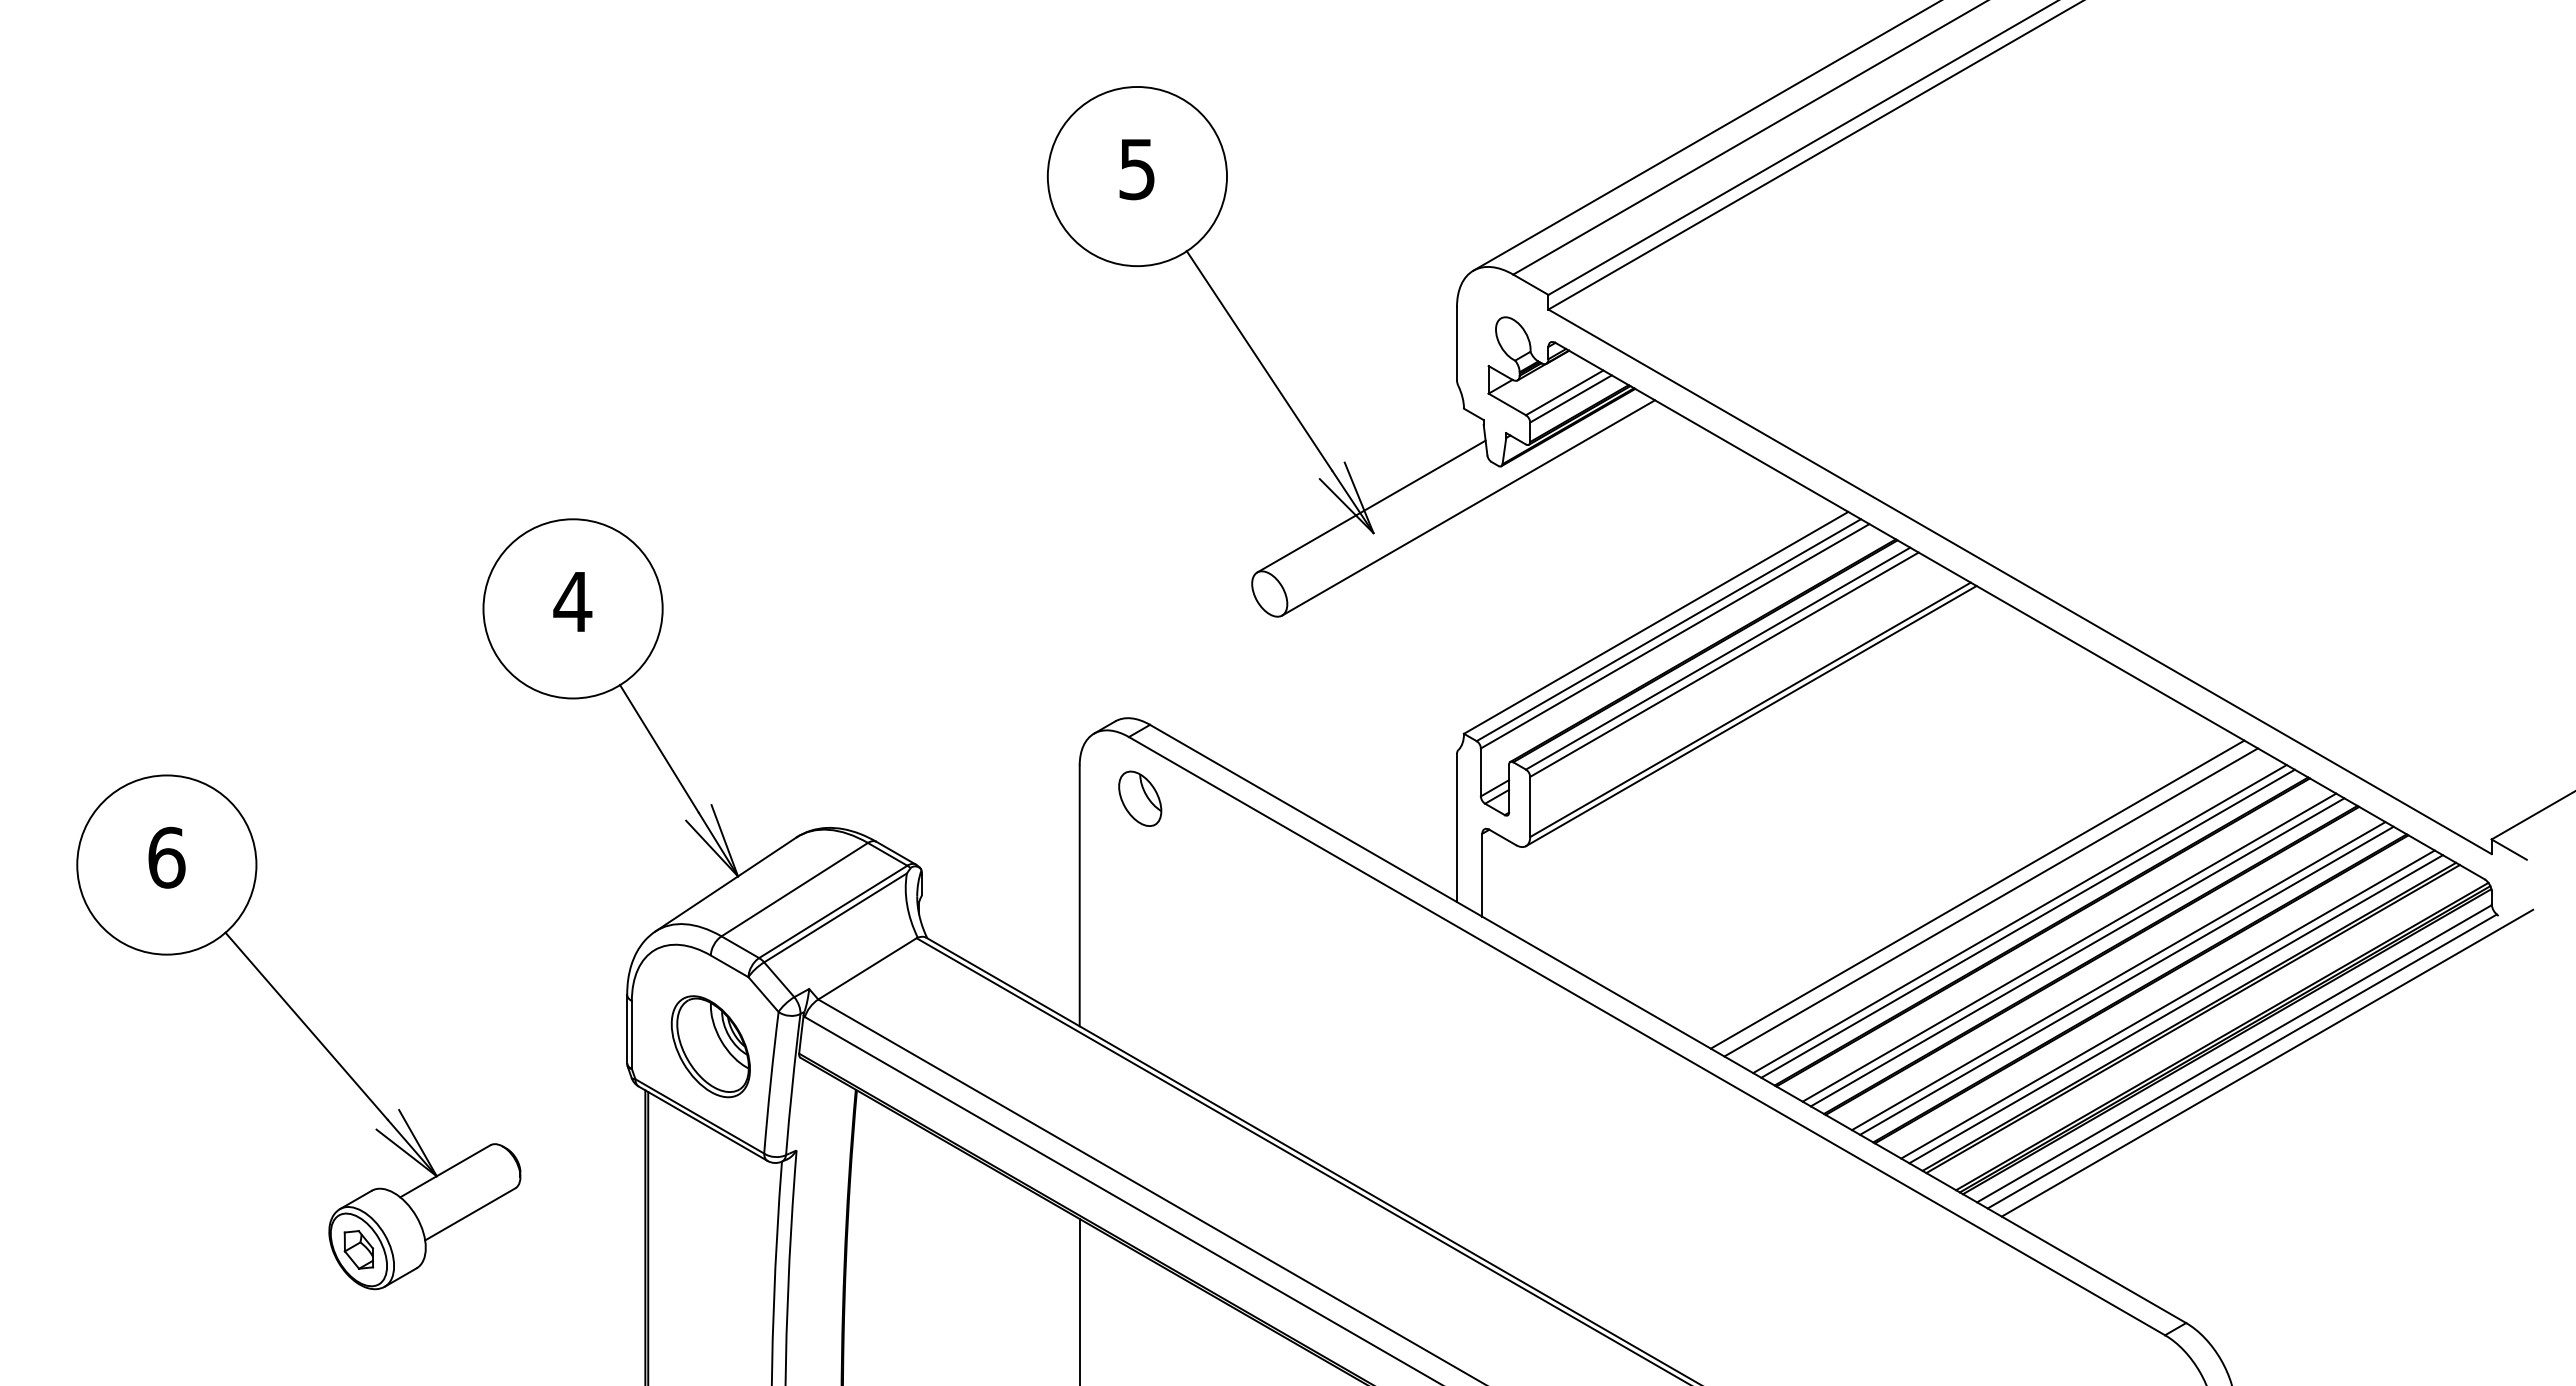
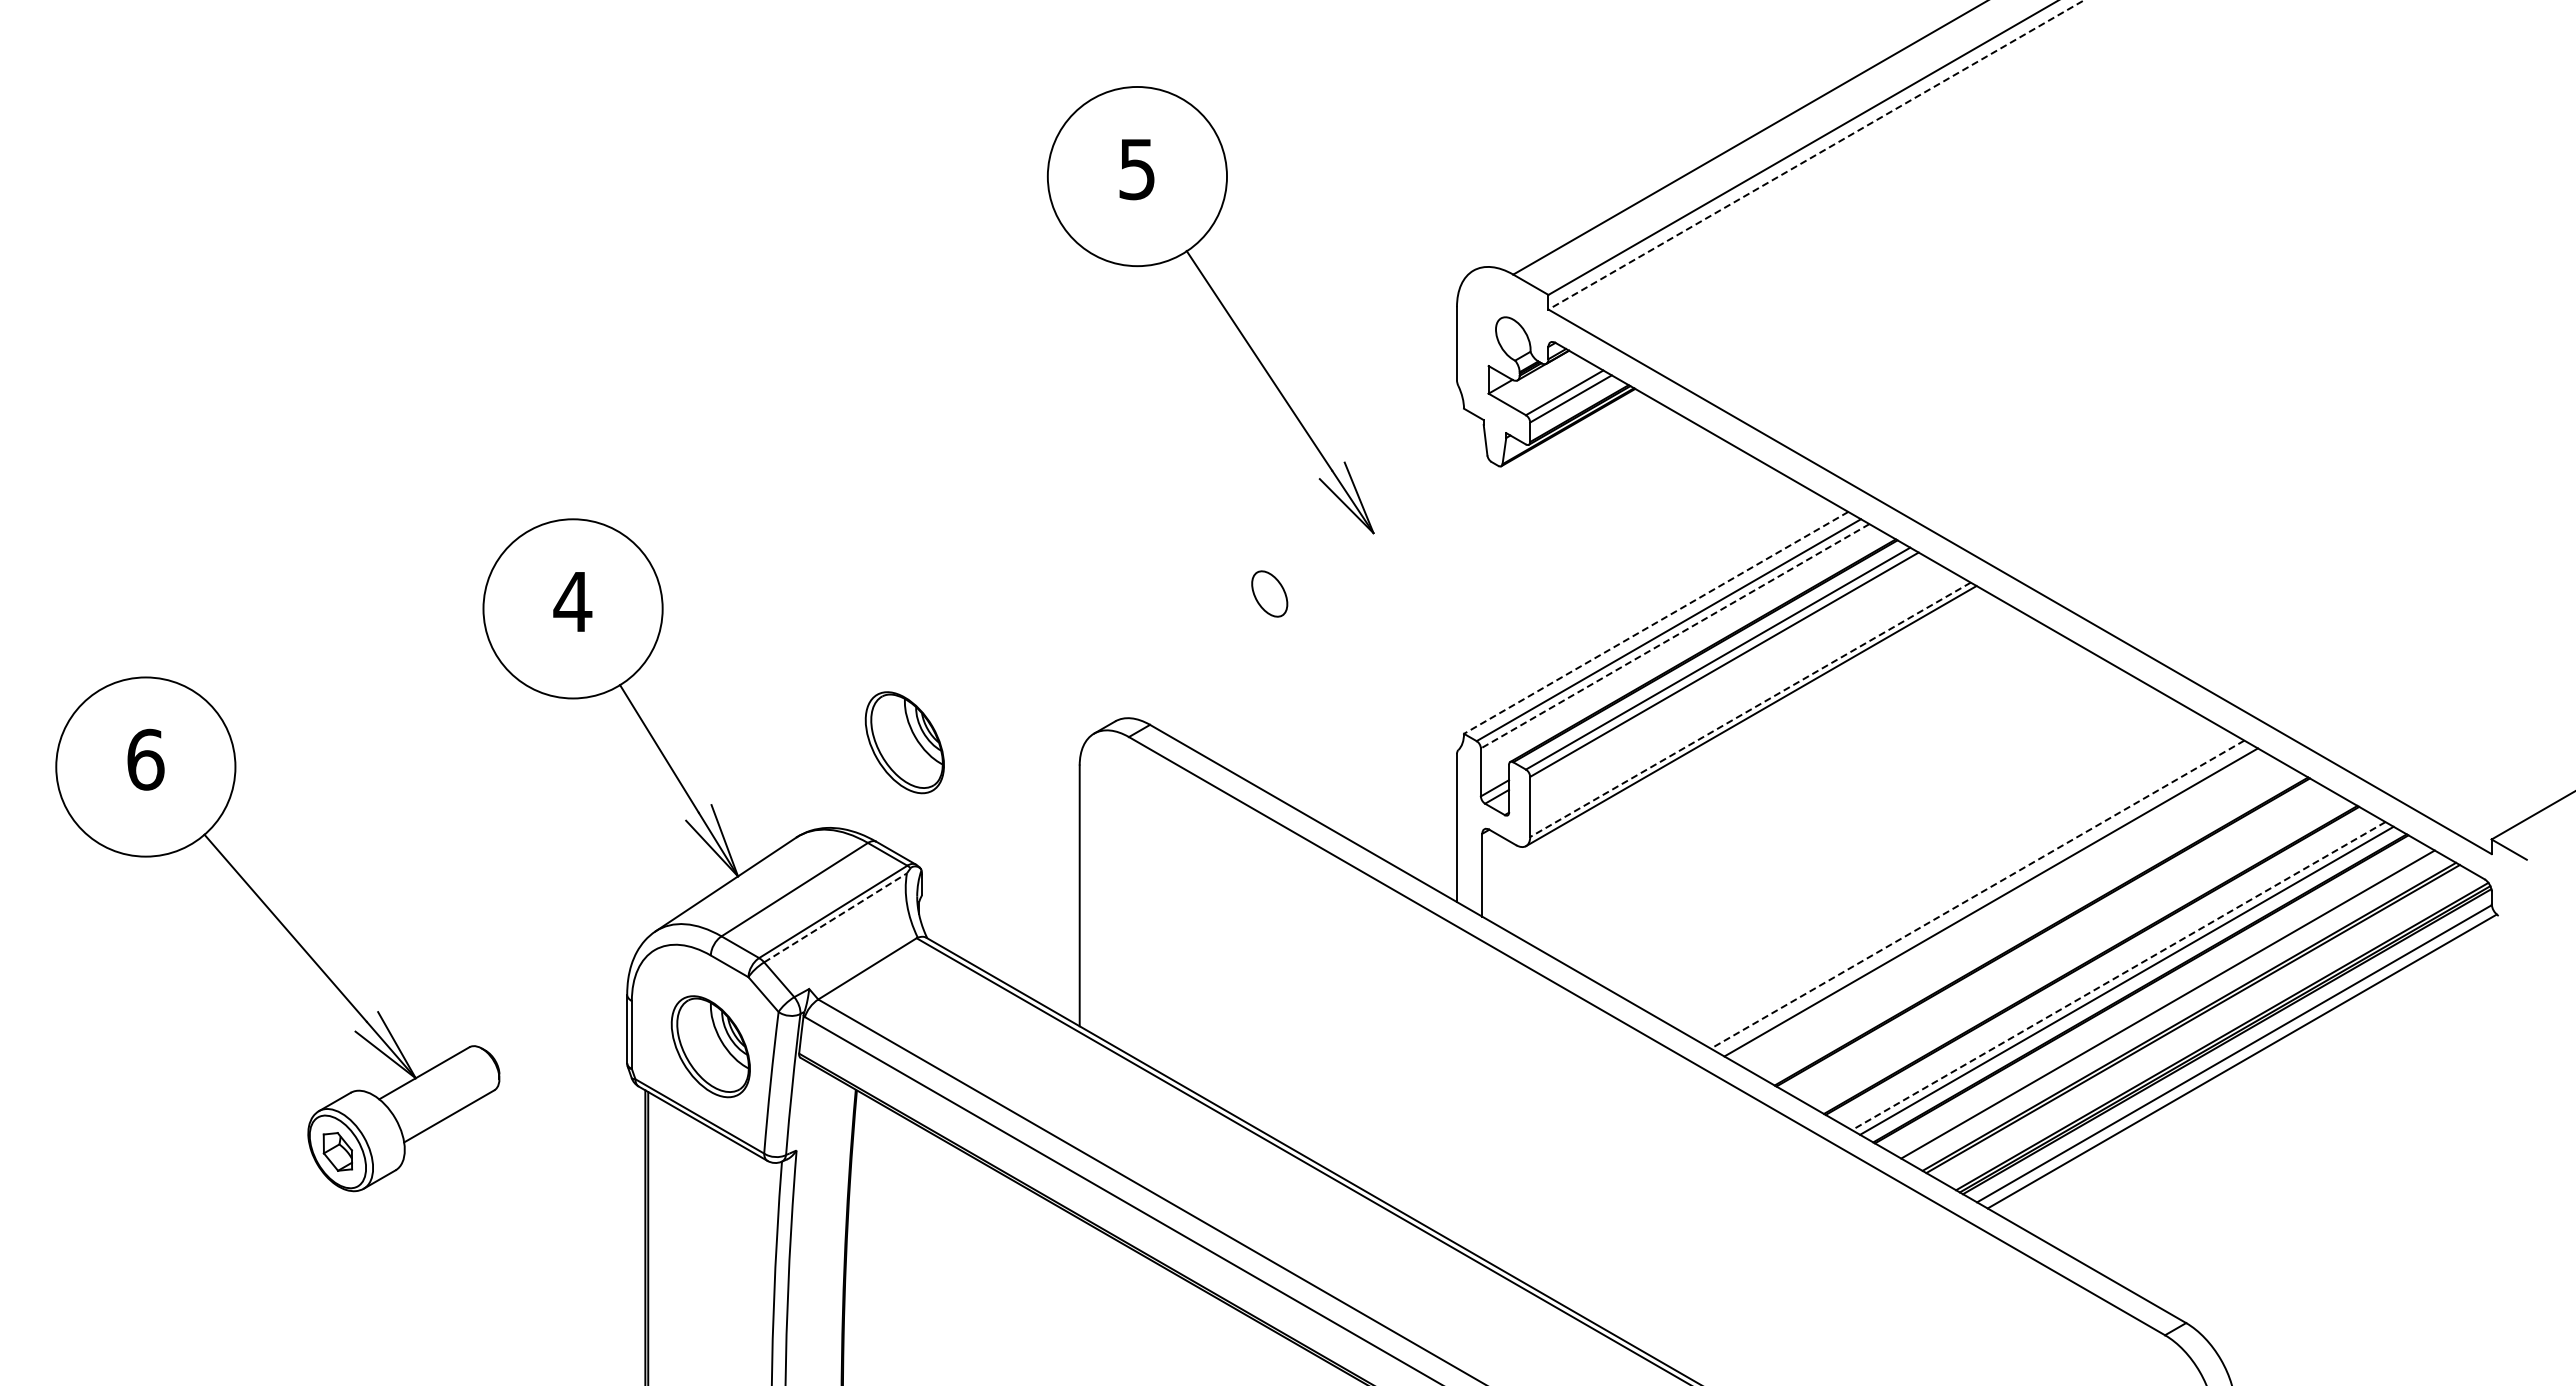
line at (1705, 136): present -> none
line at (1816, 155): solid -> dashed
line at (1371, 506): present -> none
line at (1468, 507): present -> none
line at (1656, 622): solid -> dashed
line at (1674, 636): solid -> dashed
line at (1750, 710): solid -> dashed
part at (904, 742): none -> present
part at (1140, 798): present -> none
line at (1977, 894): solid -> dashed
line at (836, 917): solid -> dashed
line at (2019, 919): present -> none
line at (2027, 923): present -> none
line at (2069, 947): present -> none
line at (2077, 952): present -> none
line at (2118, 976): solid -> dashed
line at (2175, 1009): present -> none
part at (304, 1025) position: (304, 1025) -> (283, 927)
line at (2267, 1062): present -> none
line at (1079, 1300): present -> none
